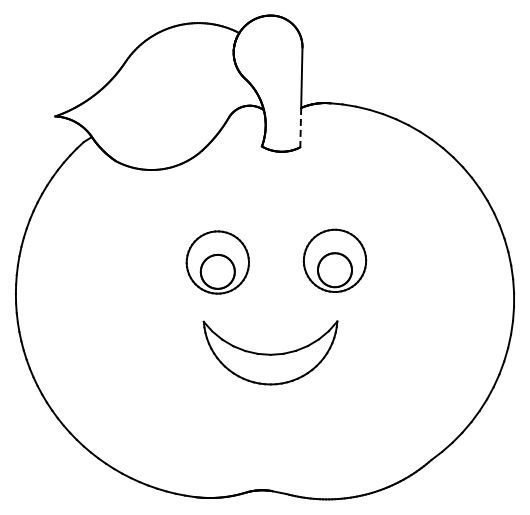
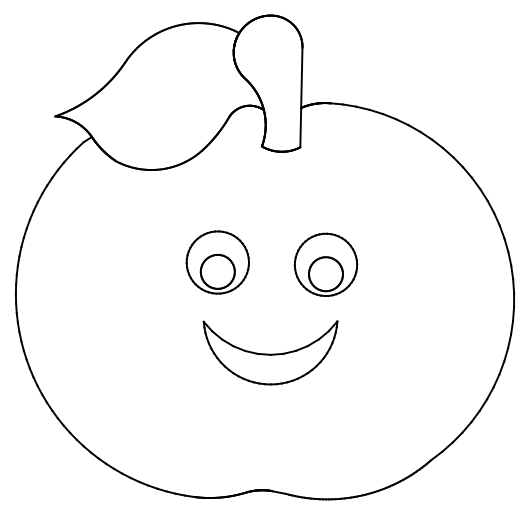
line at (300, 127): dashed -> solid
part at (334, 260) position: (334, 260) -> (325, 264)
